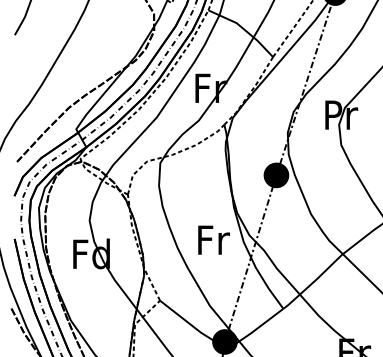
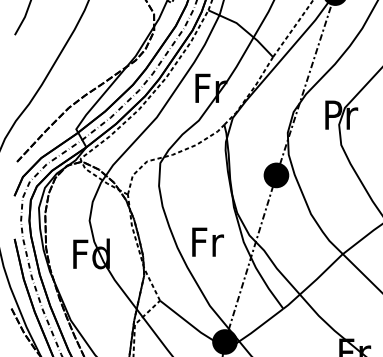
text at (213, 239) position: (213, 239) -> (207, 241)
